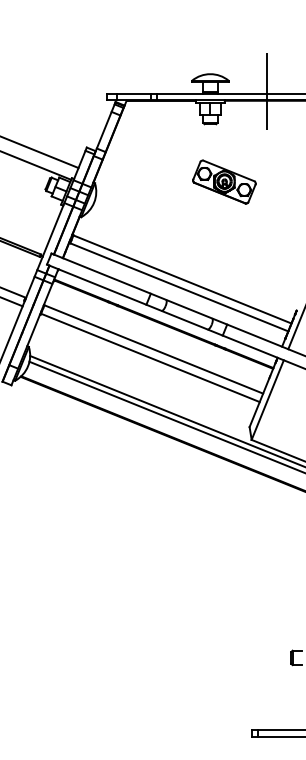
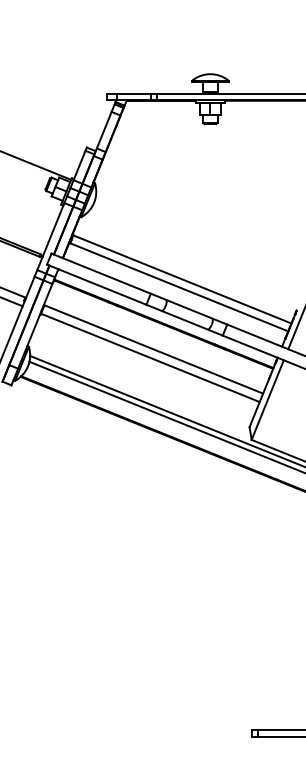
line at (267, 91): present -> none
line at (40, 152): present -> none
part at (224, 181): present -> none
part at (296, 657): present -> none
